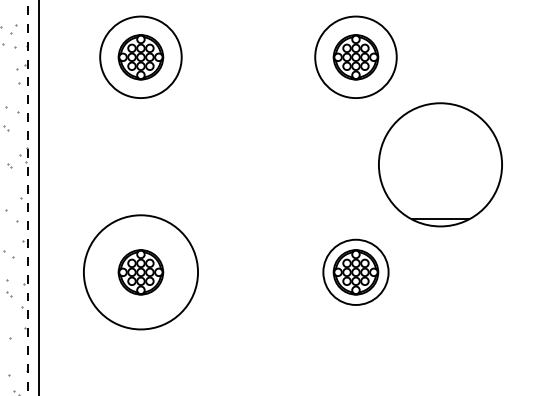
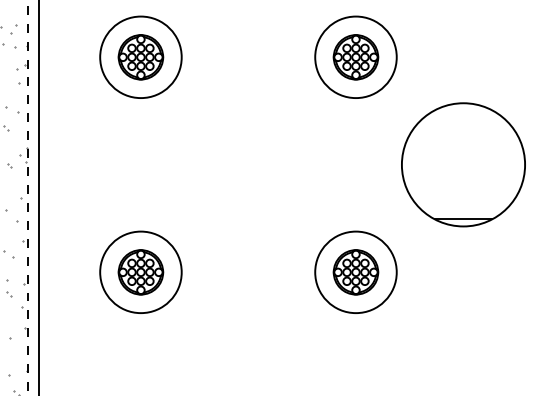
part at (440, 164) position: (440, 164) -> (463, 164)
circle at (355, 271) diameter: 65 px -> 82 px
circle at (140, 272) diameter: 114 px -> 82 px
